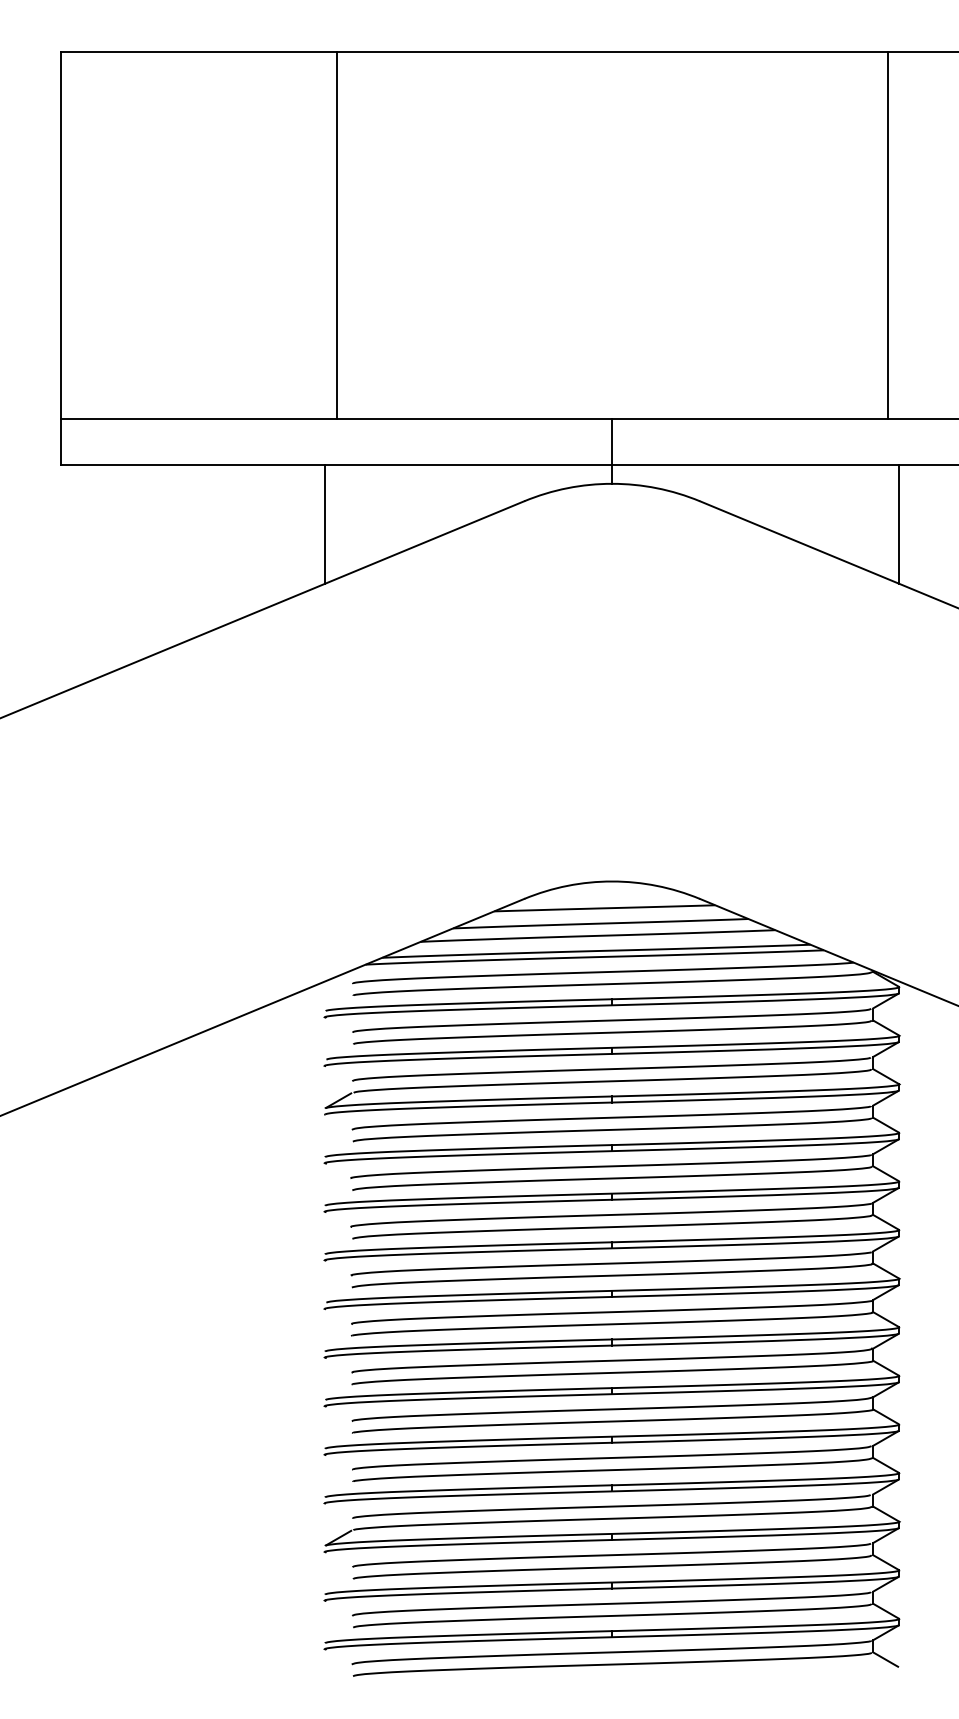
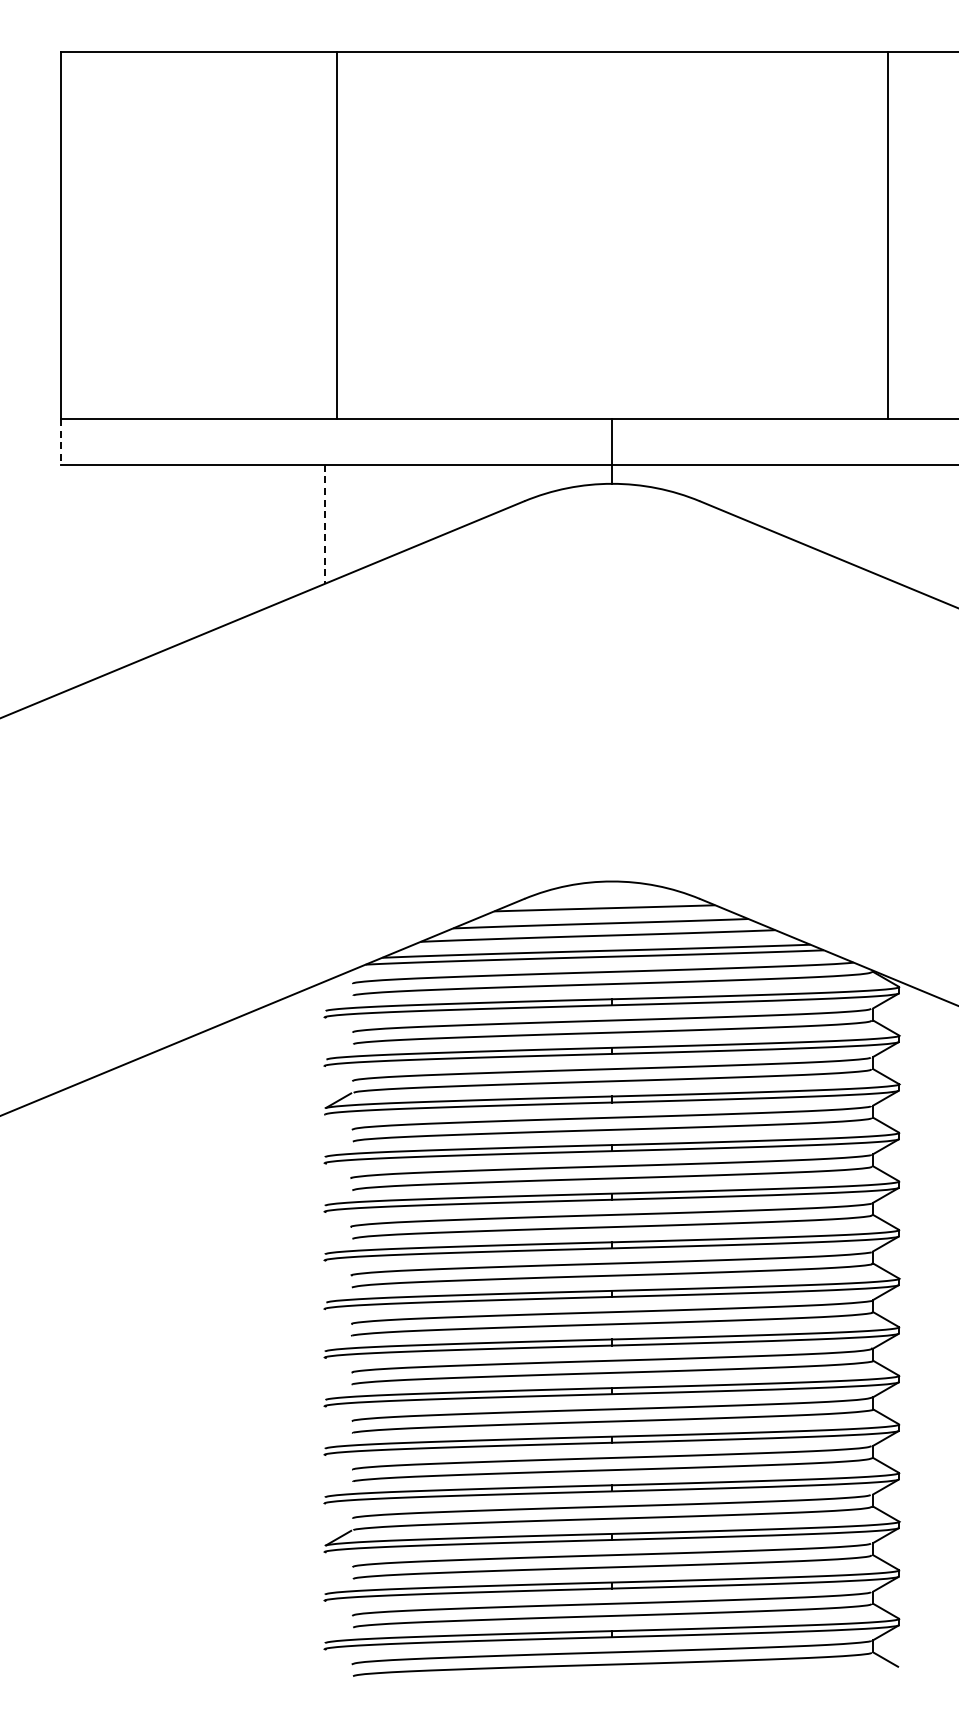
line at (61, 441): solid -> dashed
line at (899, 523): present -> none
line at (325, 524): solid -> dashed
